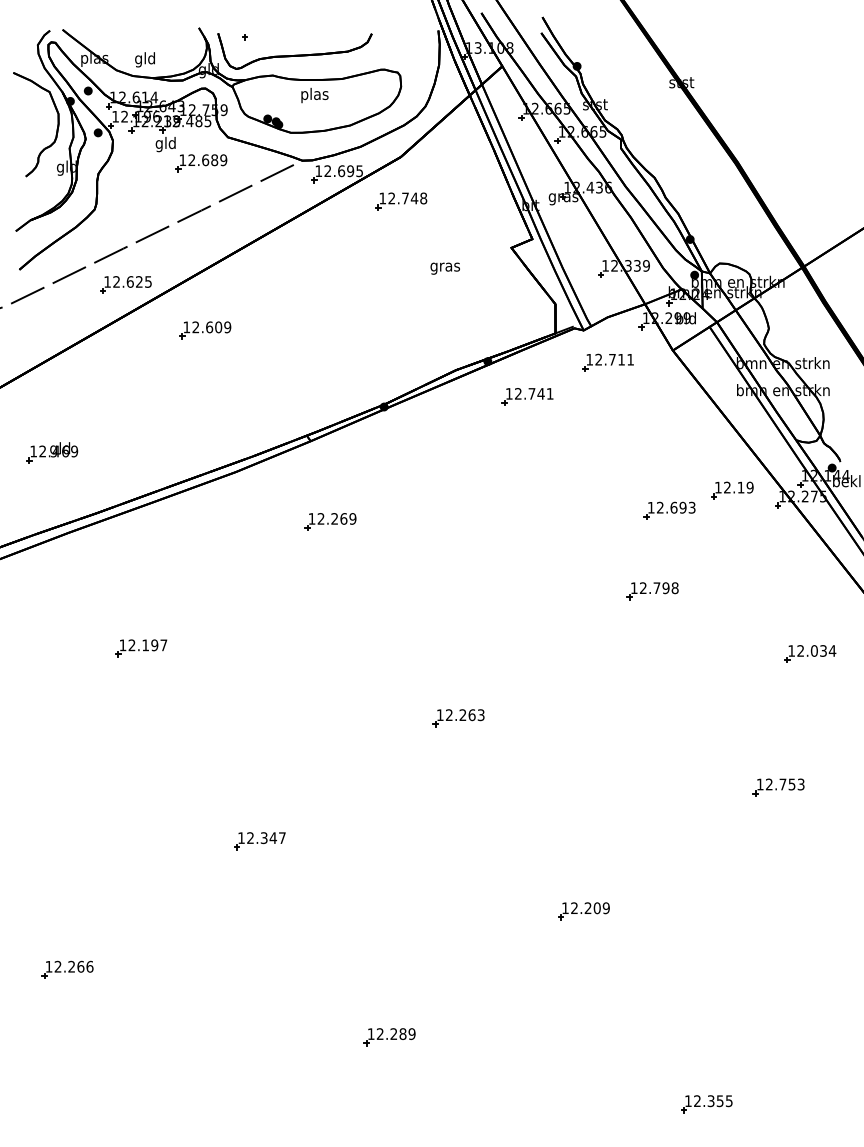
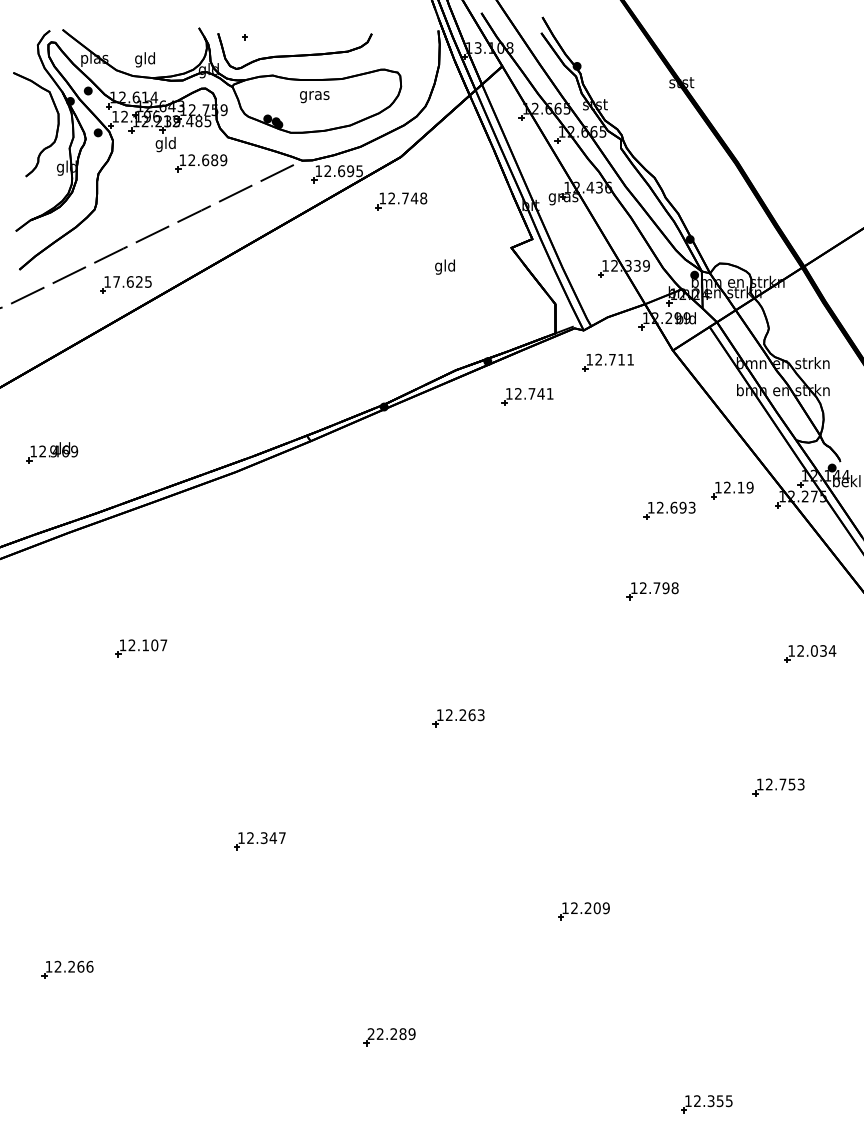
text at (314, 95): plas -> gras
text at (444, 266): gras -> gld
text at (116, 281): 12.625 -> 17.625
part at (205, 330): present -> none
part at (330, 521): present -> none
text at (154, 645): 12.197 -> 12.107
text at (370, 1033): 12.289 -> 22.289
